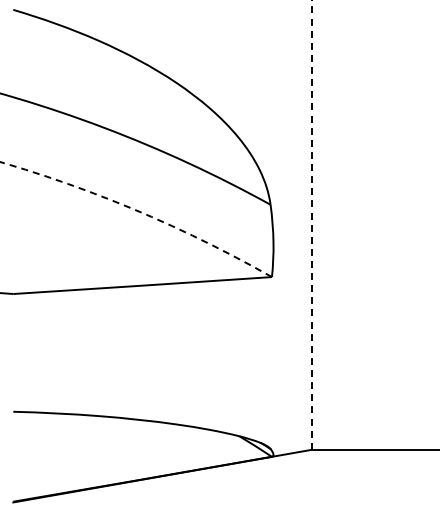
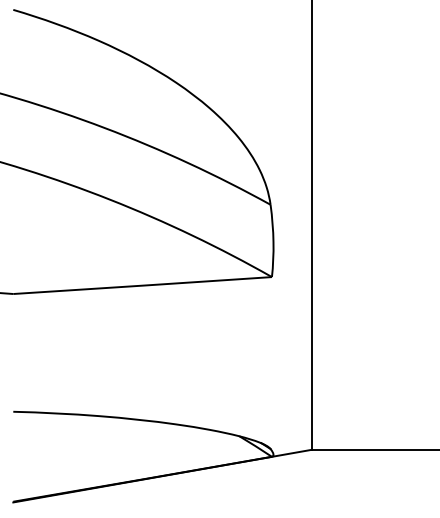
arc at (138, 211): dashed -> solid
line at (311, 224): dashed -> solid
